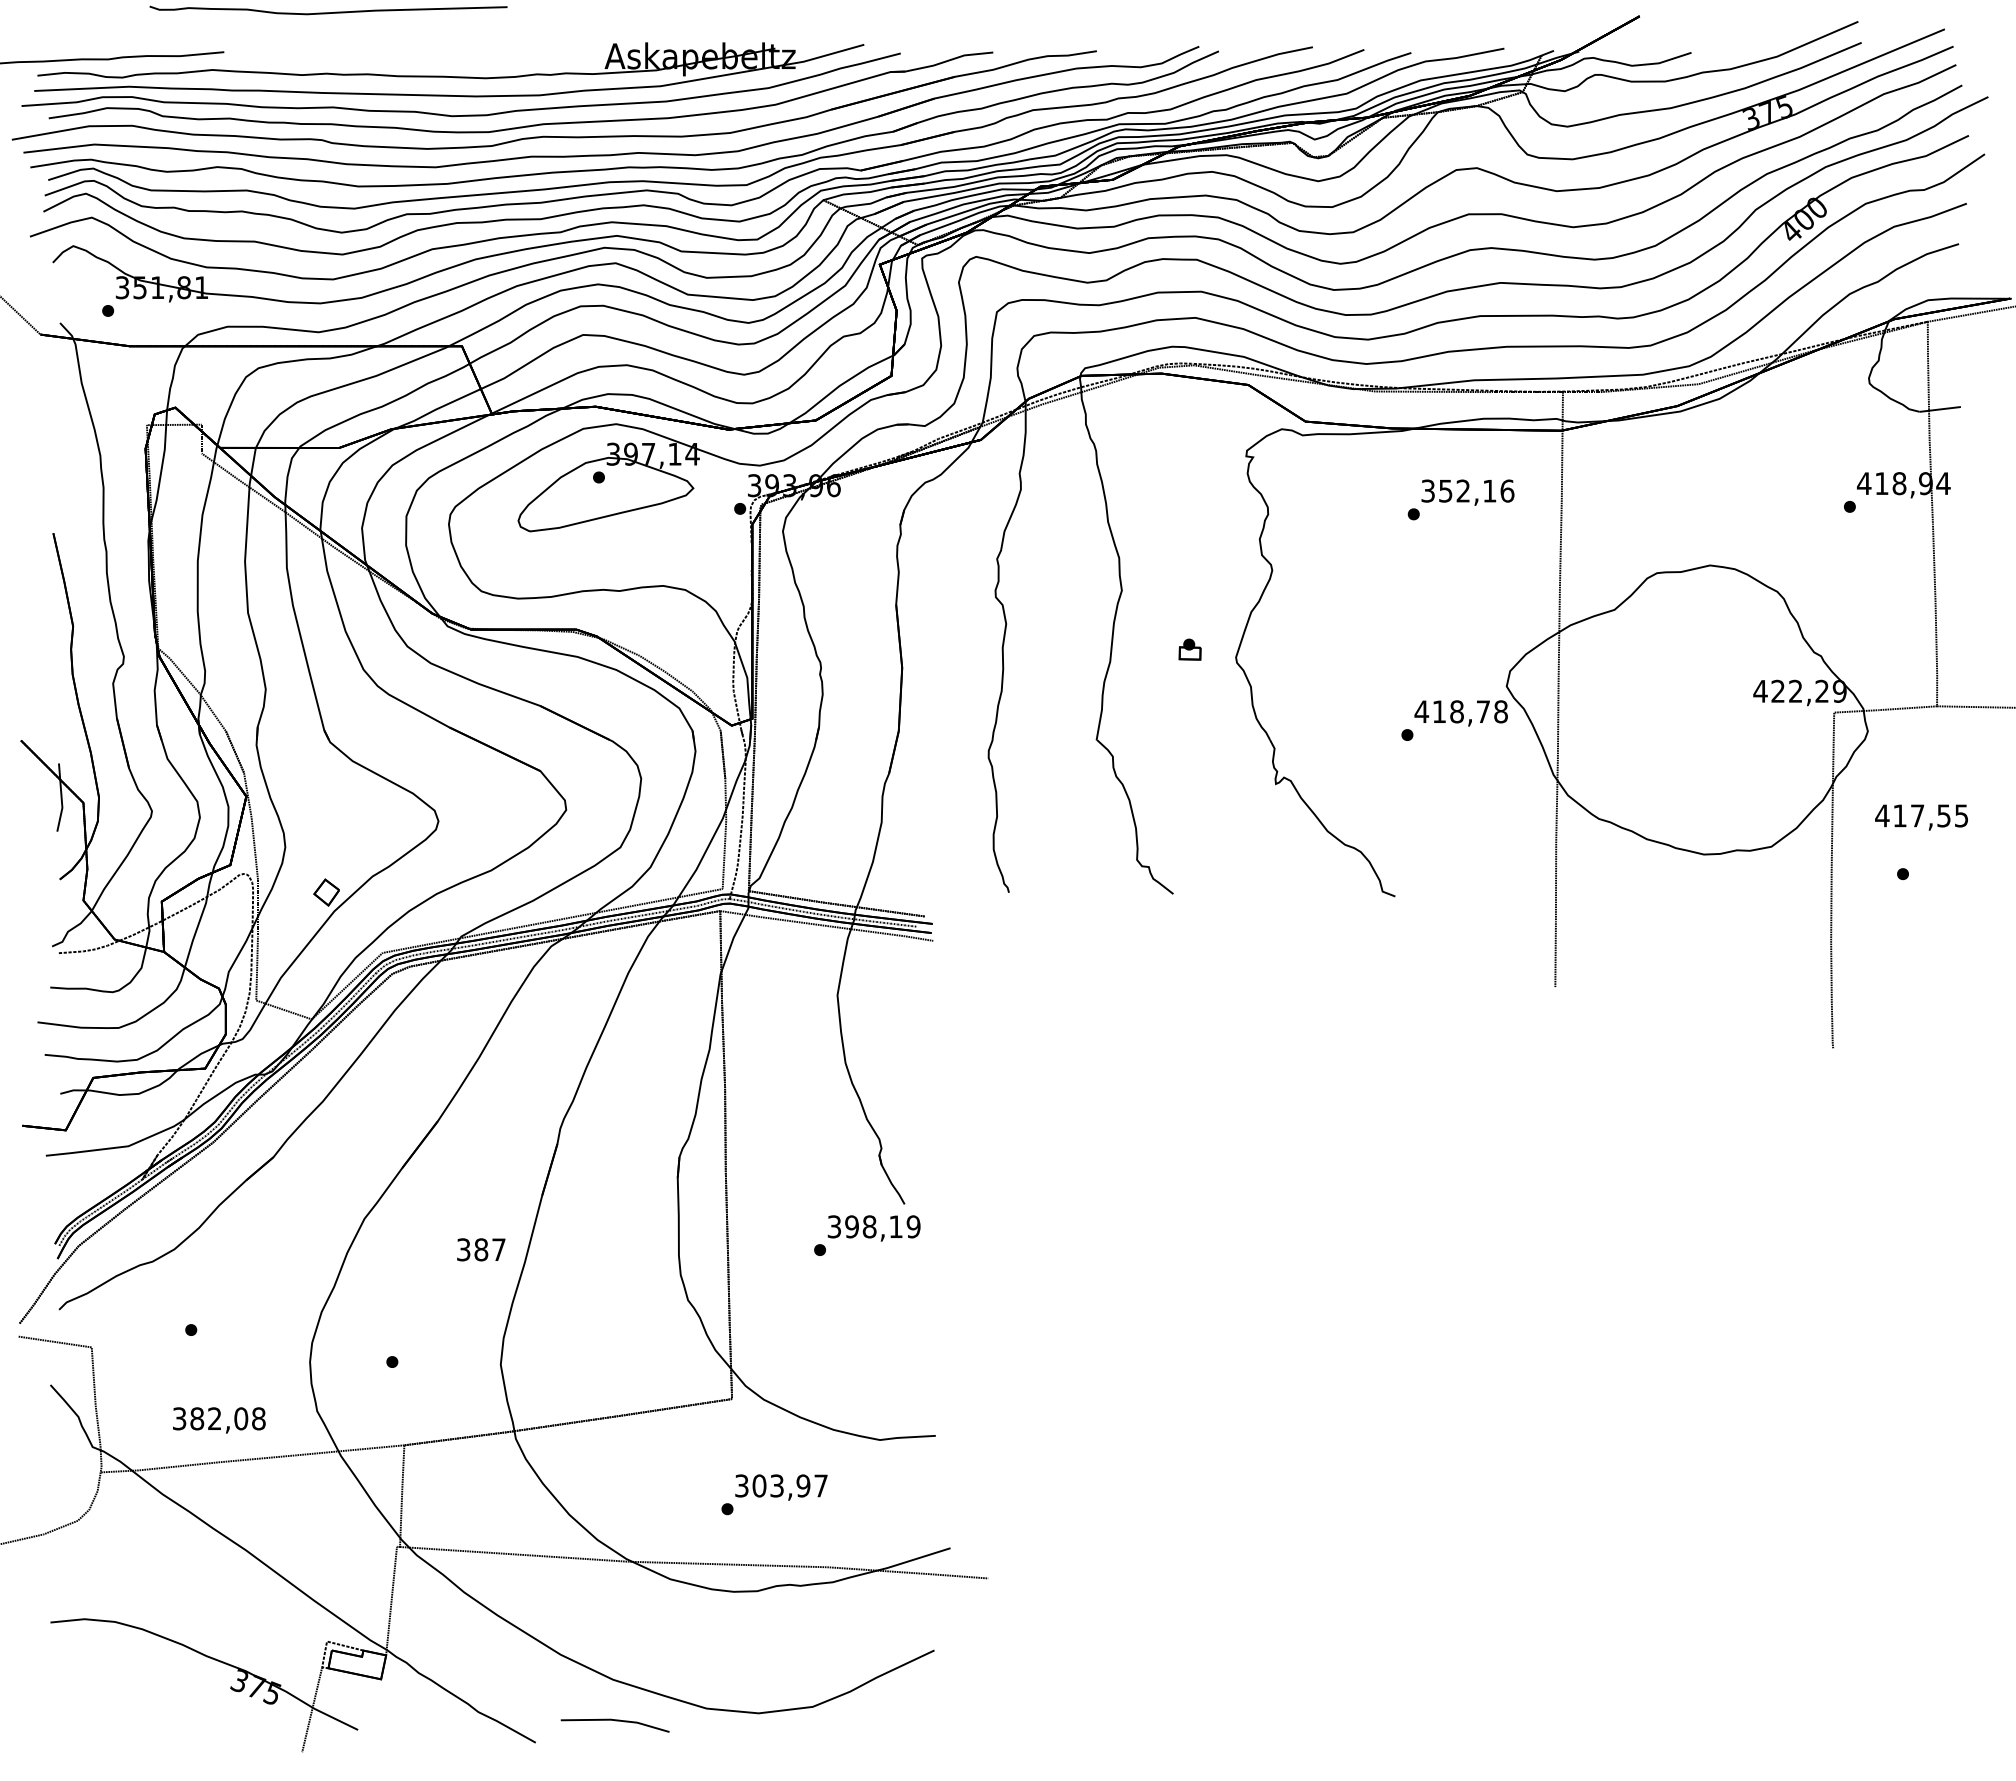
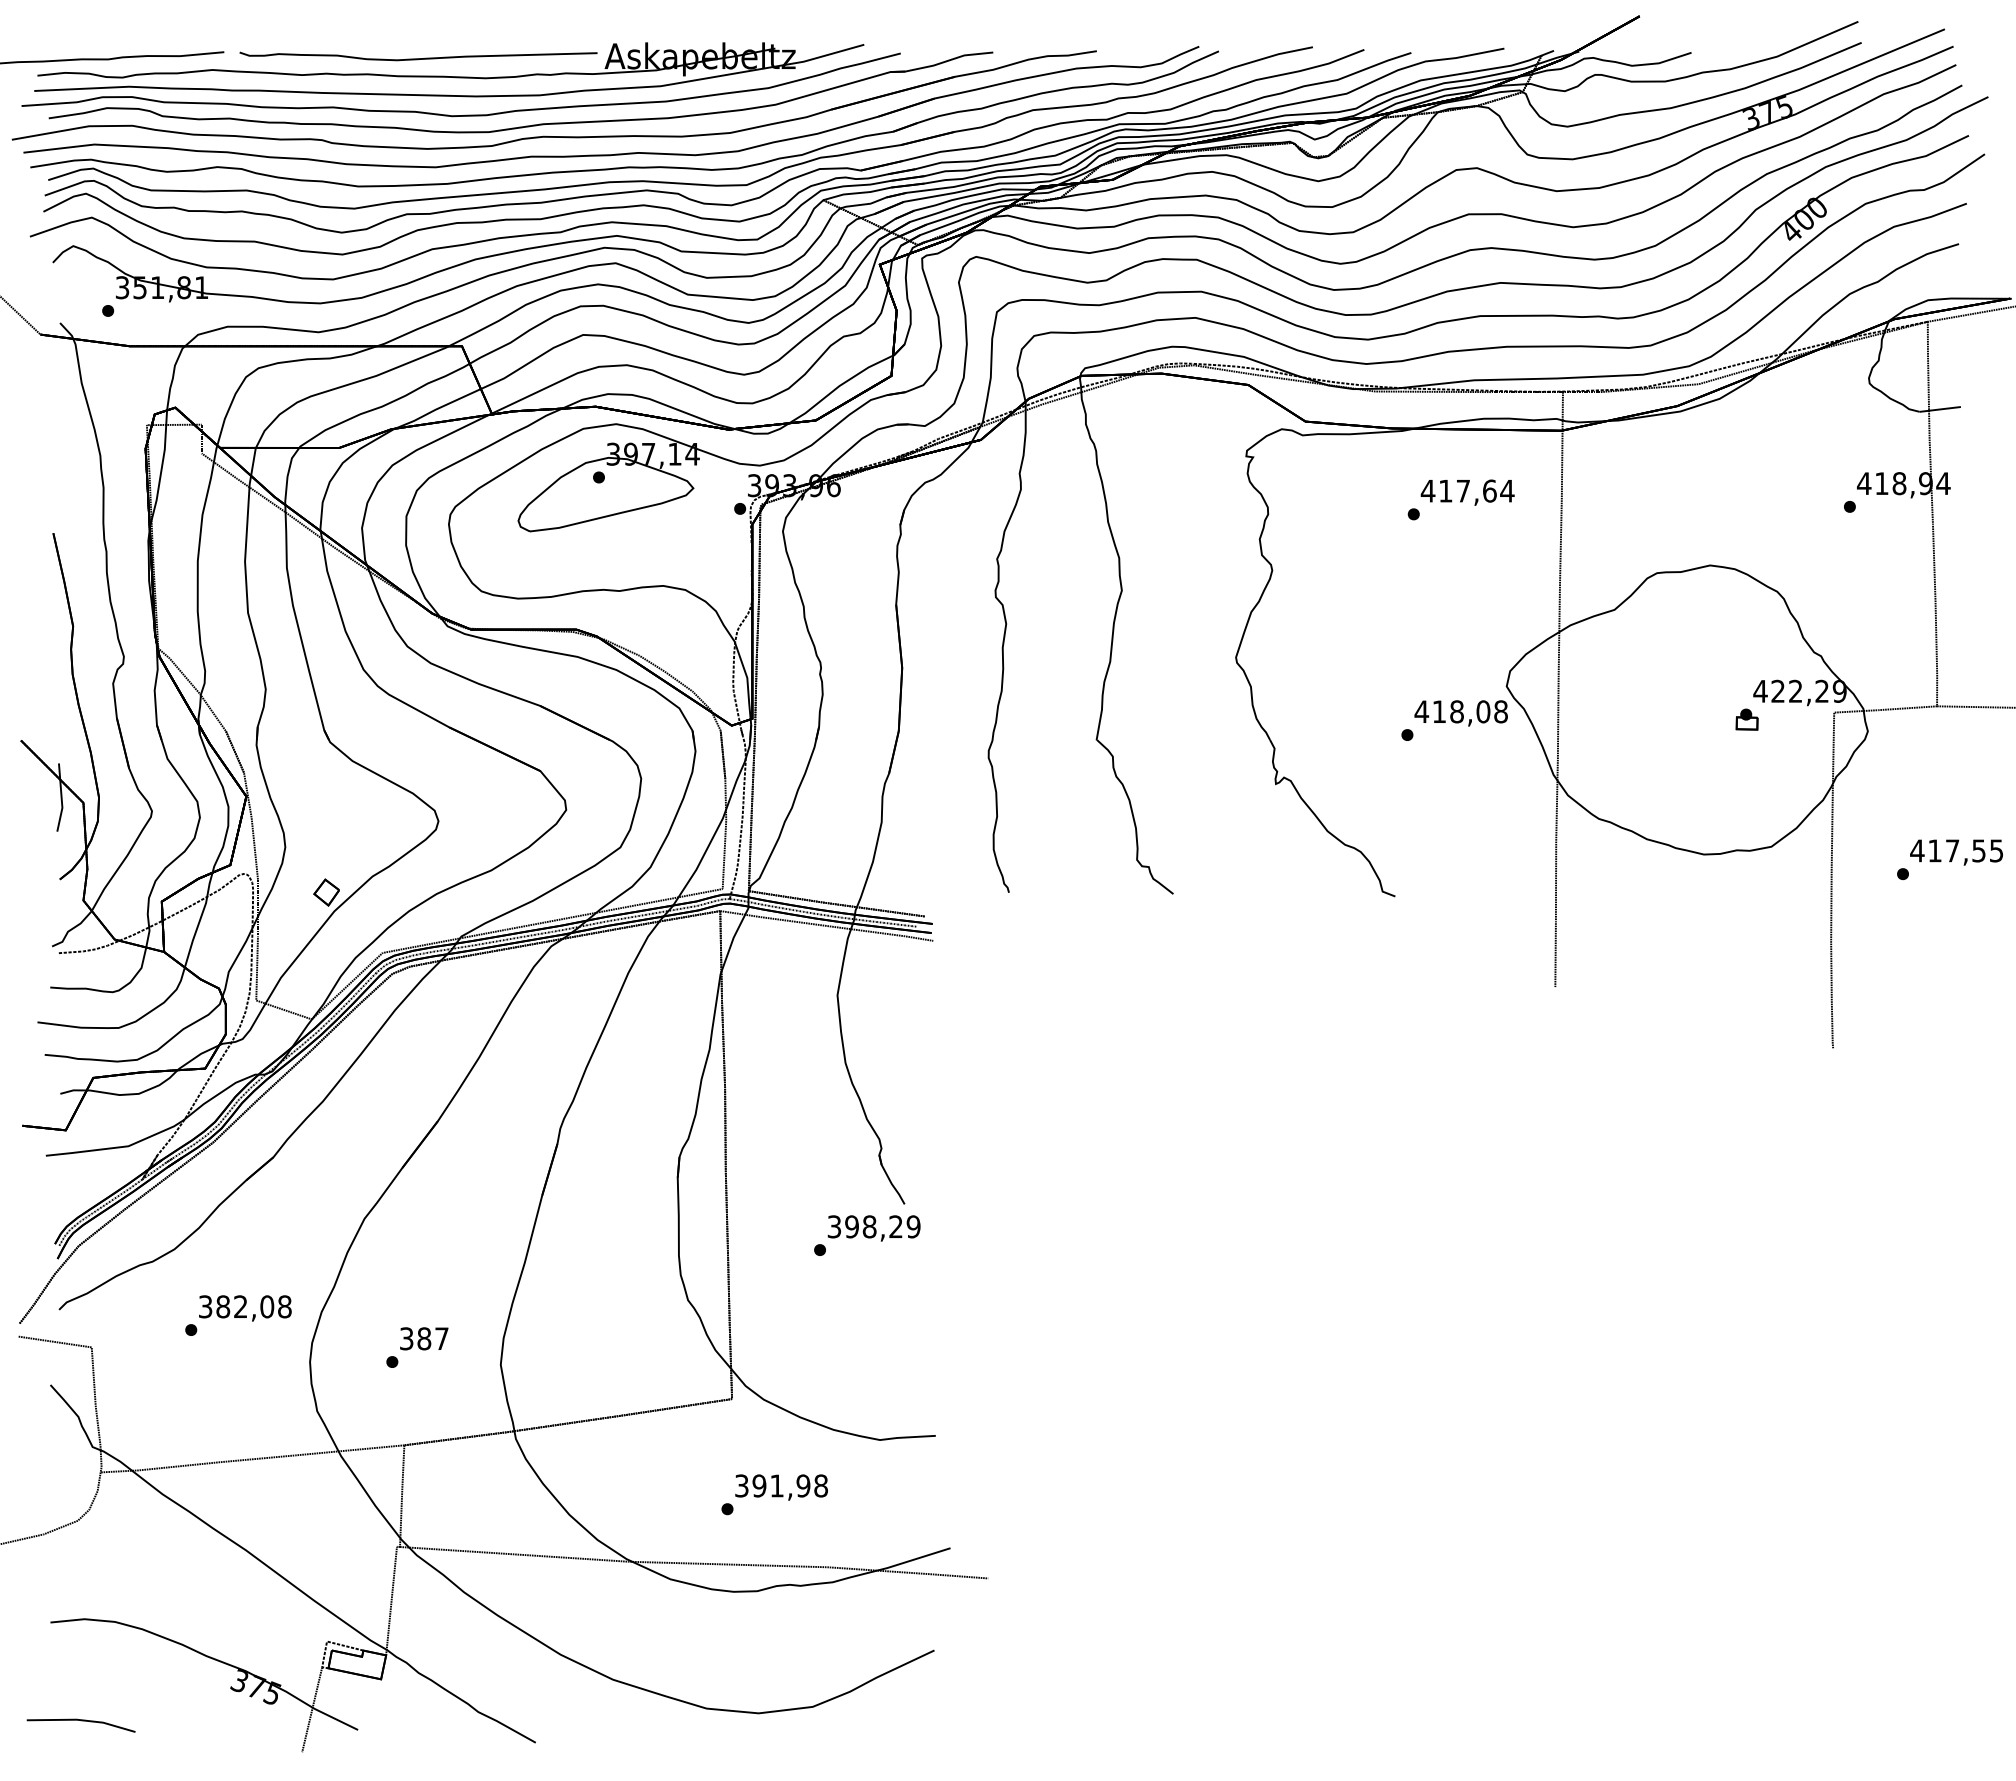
curve at (328, 12) position: (328, 12) -> (418, 58)
text at (1467, 490): 352,16 -> 417,64
part at (1189, 649) position: (1189, 649) -> (1746, 719)
text at (1483, 711): 418,78 -> 418,08
text at (1921, 817) position: (1921, 817) -> (1956, 852)
text at (895, 1226): 398,19 -> 398,29
text at (481, 1249) position: (481, 1249) -> (424, 1338)
text at (219, 1420) position: (219, 1420) -> (245, 1308)
text at (789, 1485): 303,97 -> 391,98
line at (615, 1721) position: (615, 1721) -> (81, 1721)
